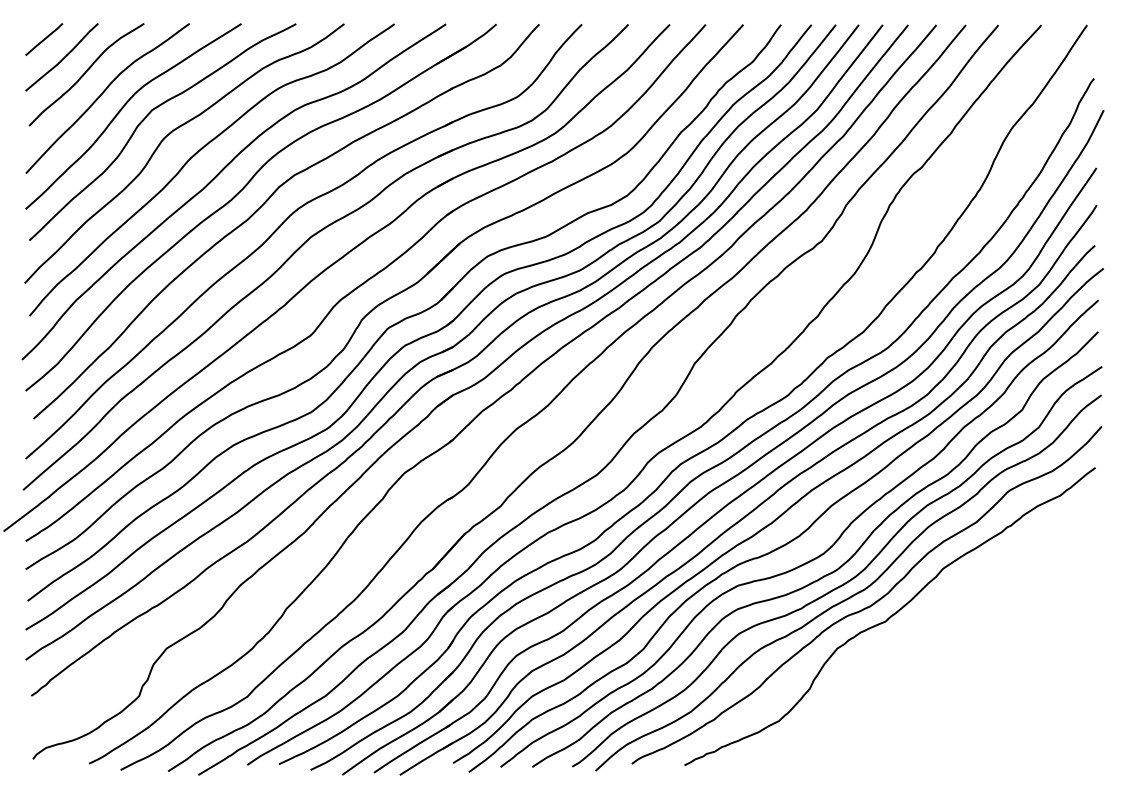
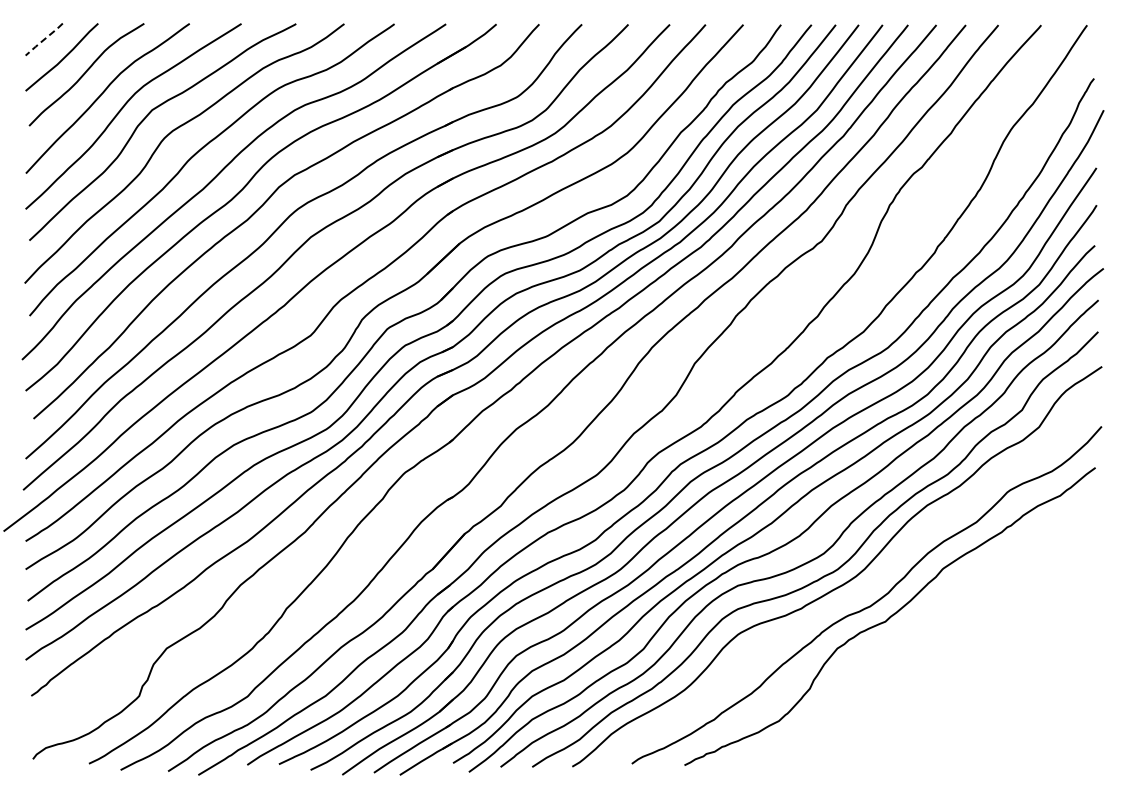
line at (43, 40): solid -> dashed
curve at (854, 593): present -> none
